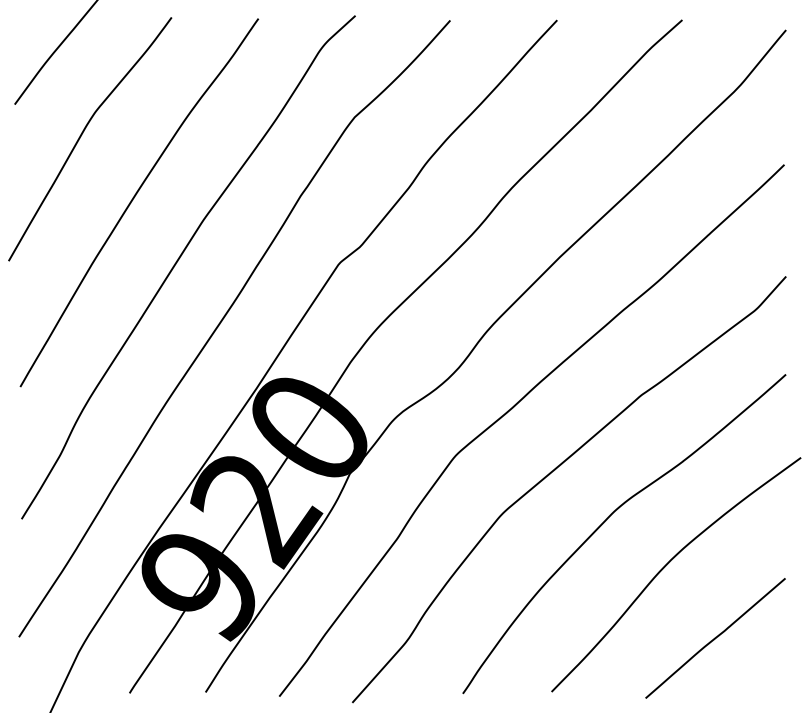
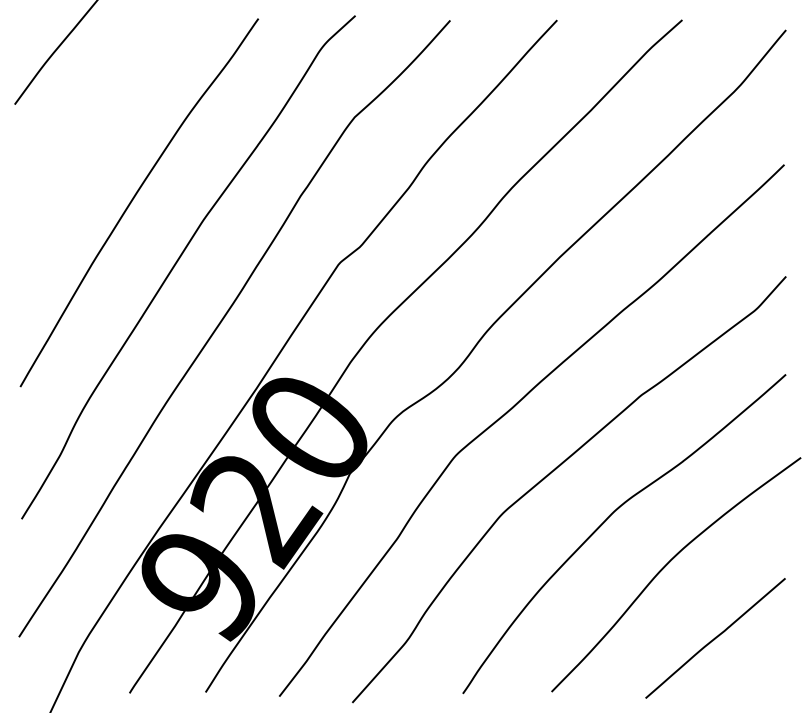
curve at (82, 135): present -> none
